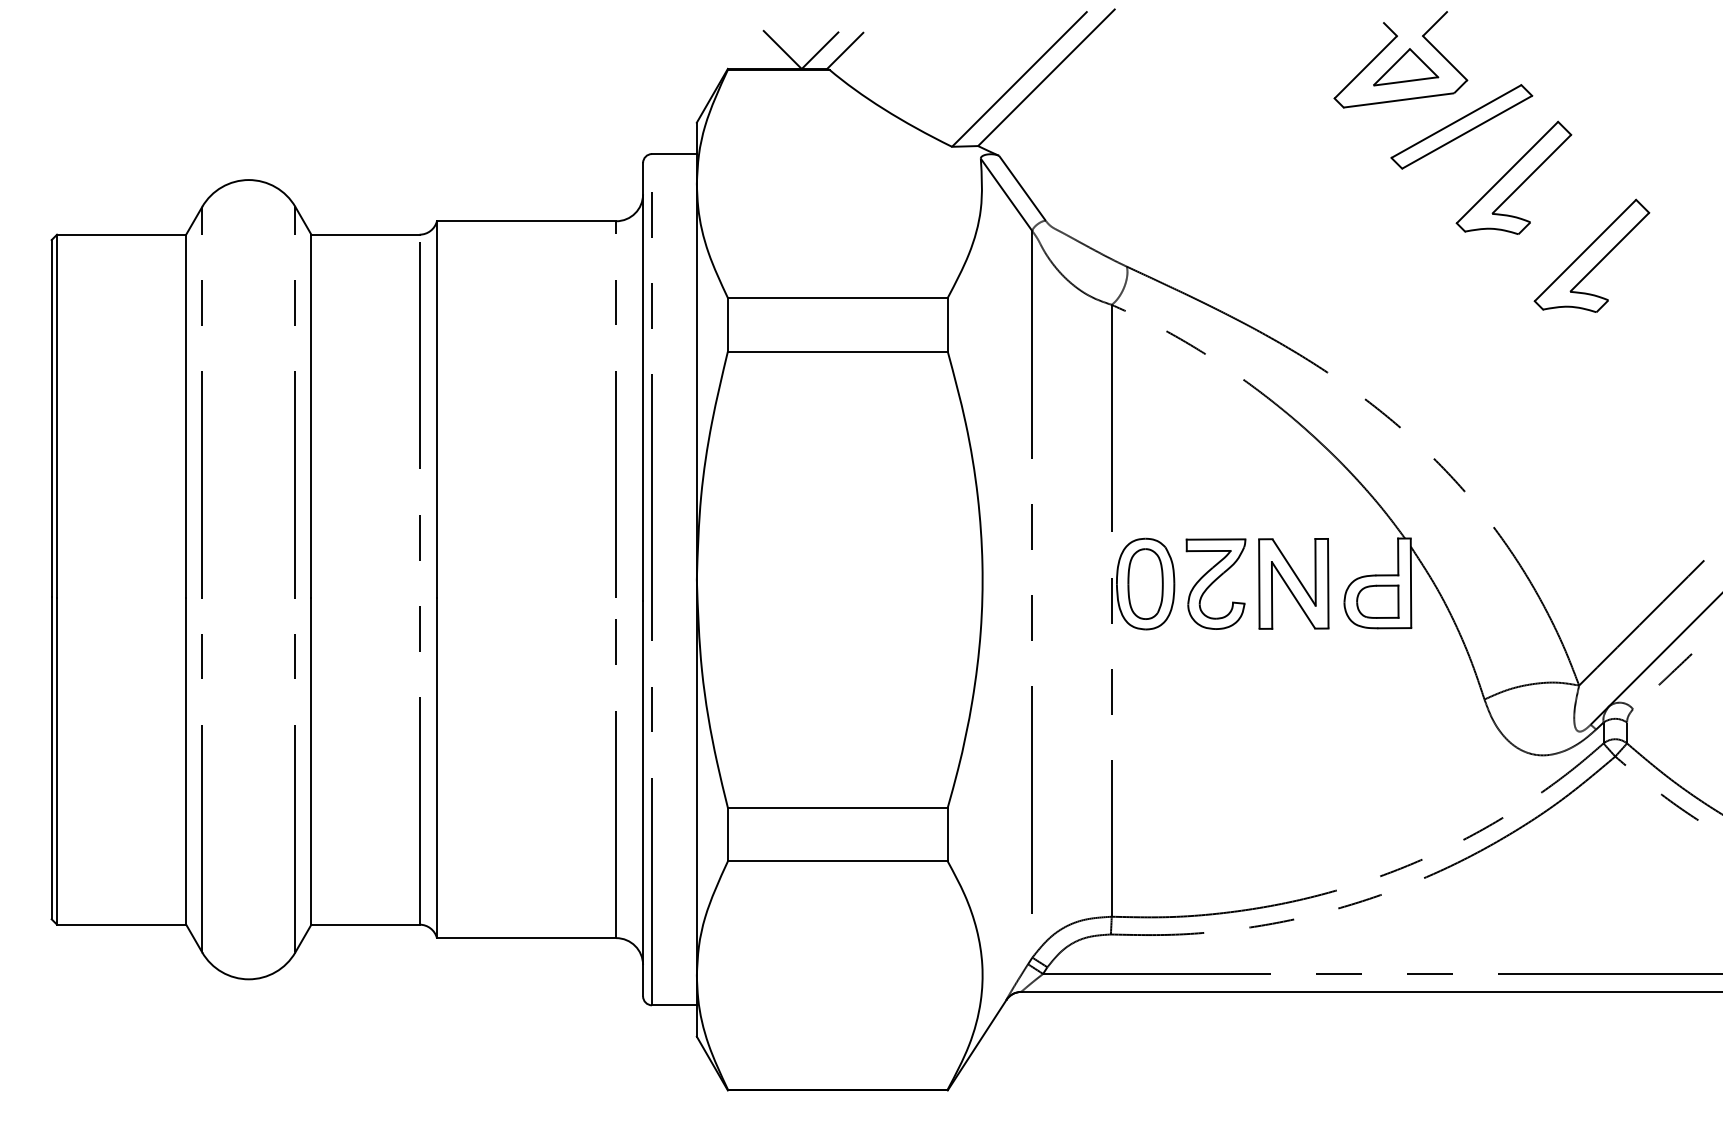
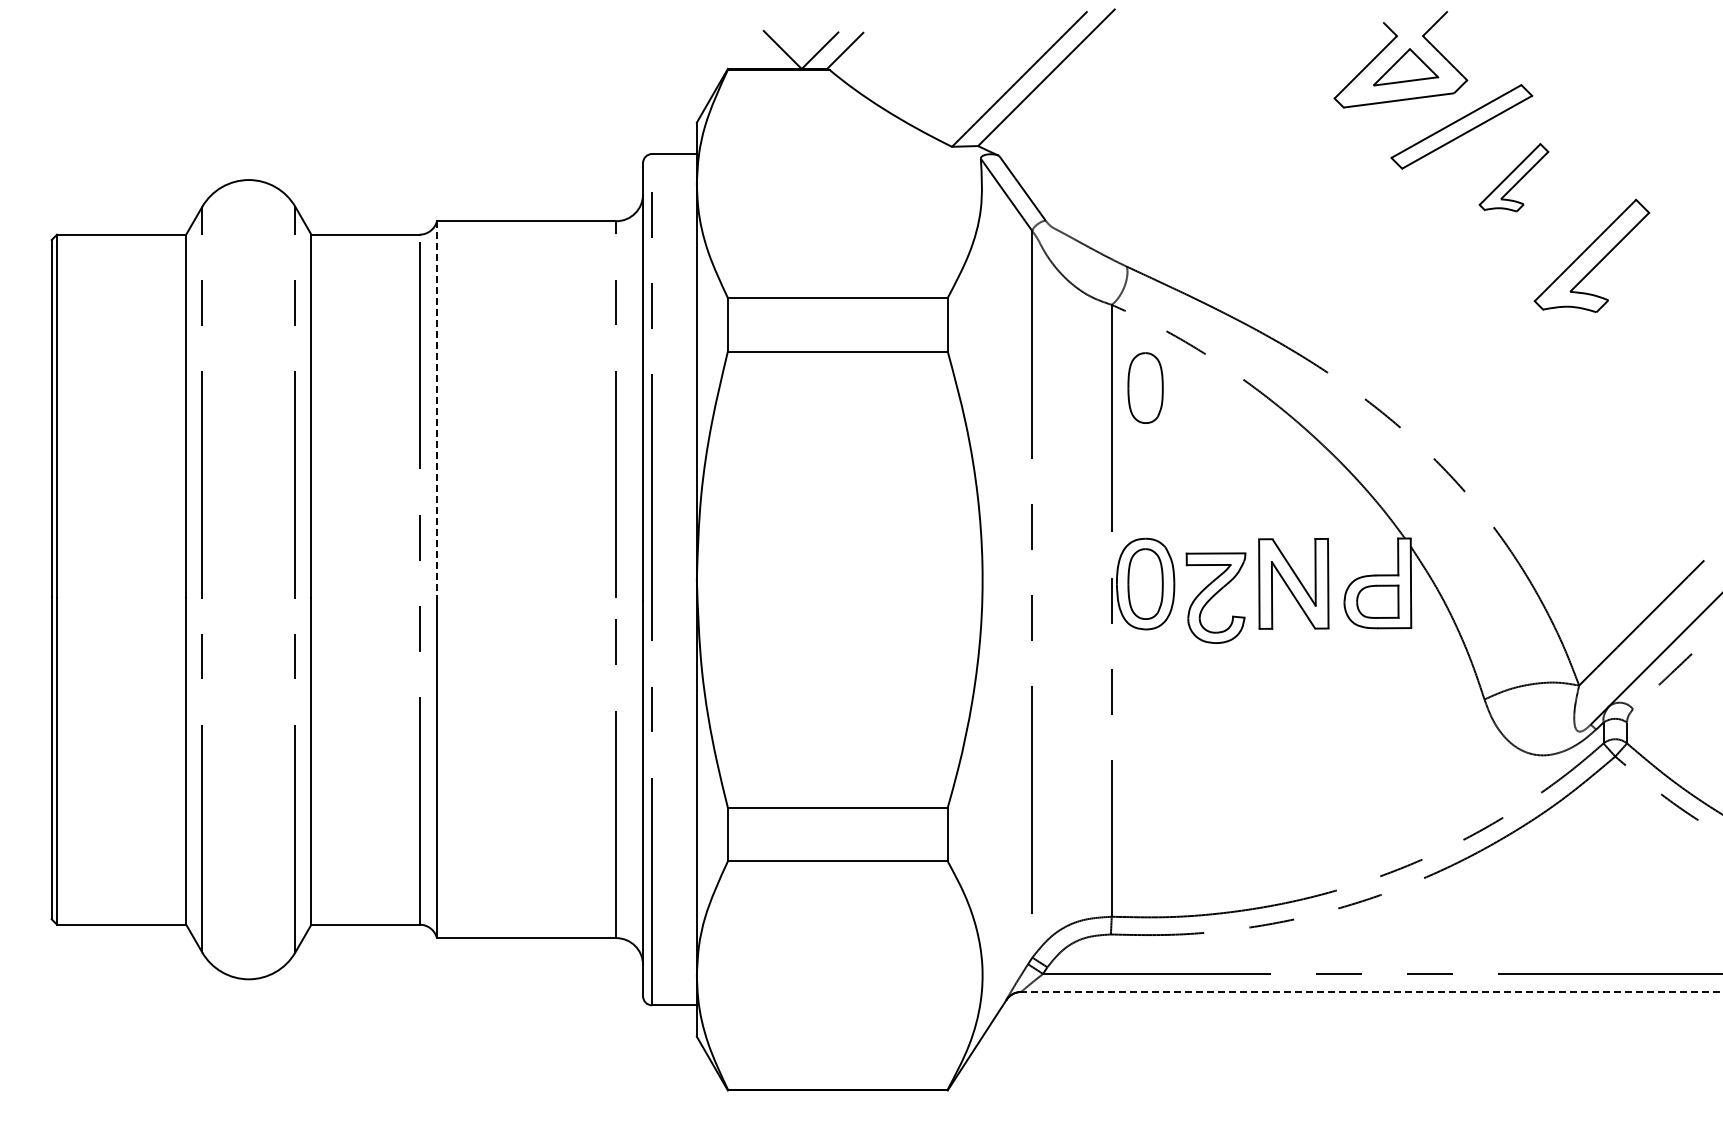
part at (1513, 177) size: 118x115 px -> 72x70 px
part at (1145, 387): none -> present
line at (436, 409): solid -> dashed
part at (1215, 583) position: (1215, 583) -> (1215, 597)
line at (1372, 991): solid -> dashed
